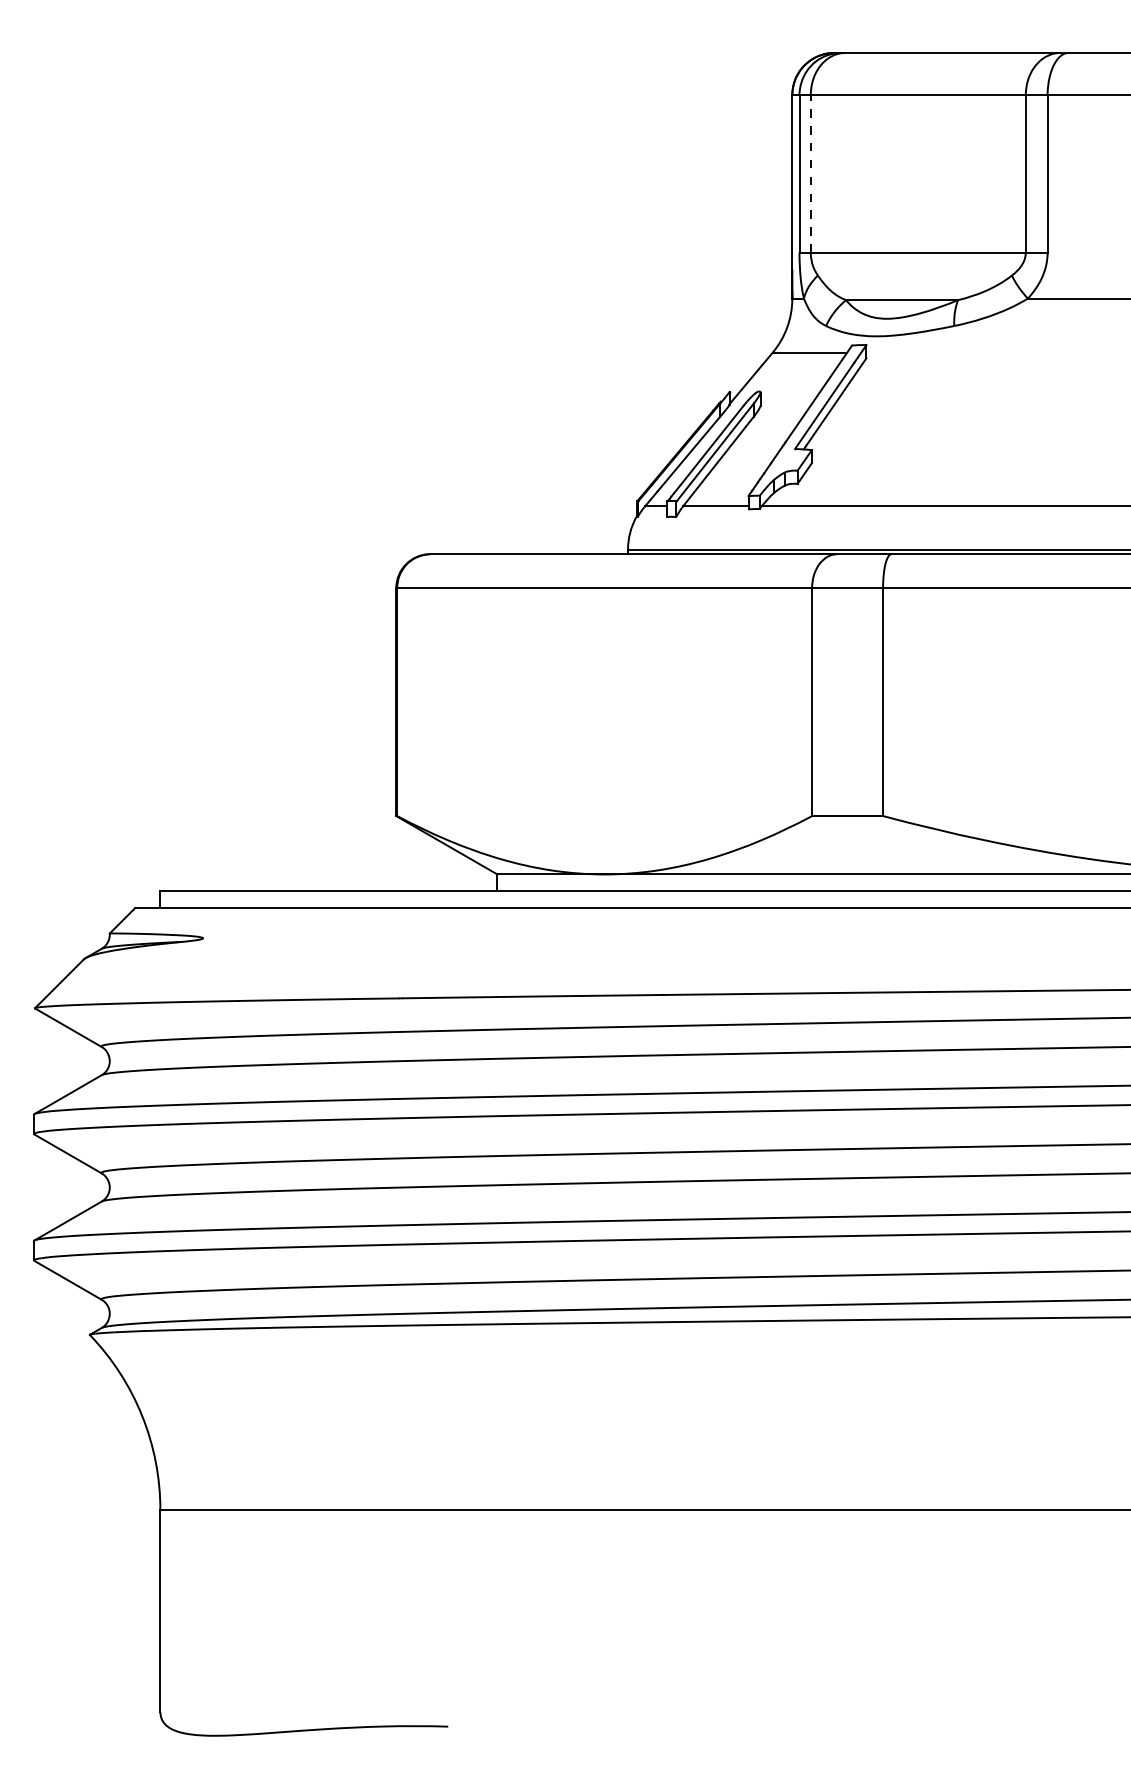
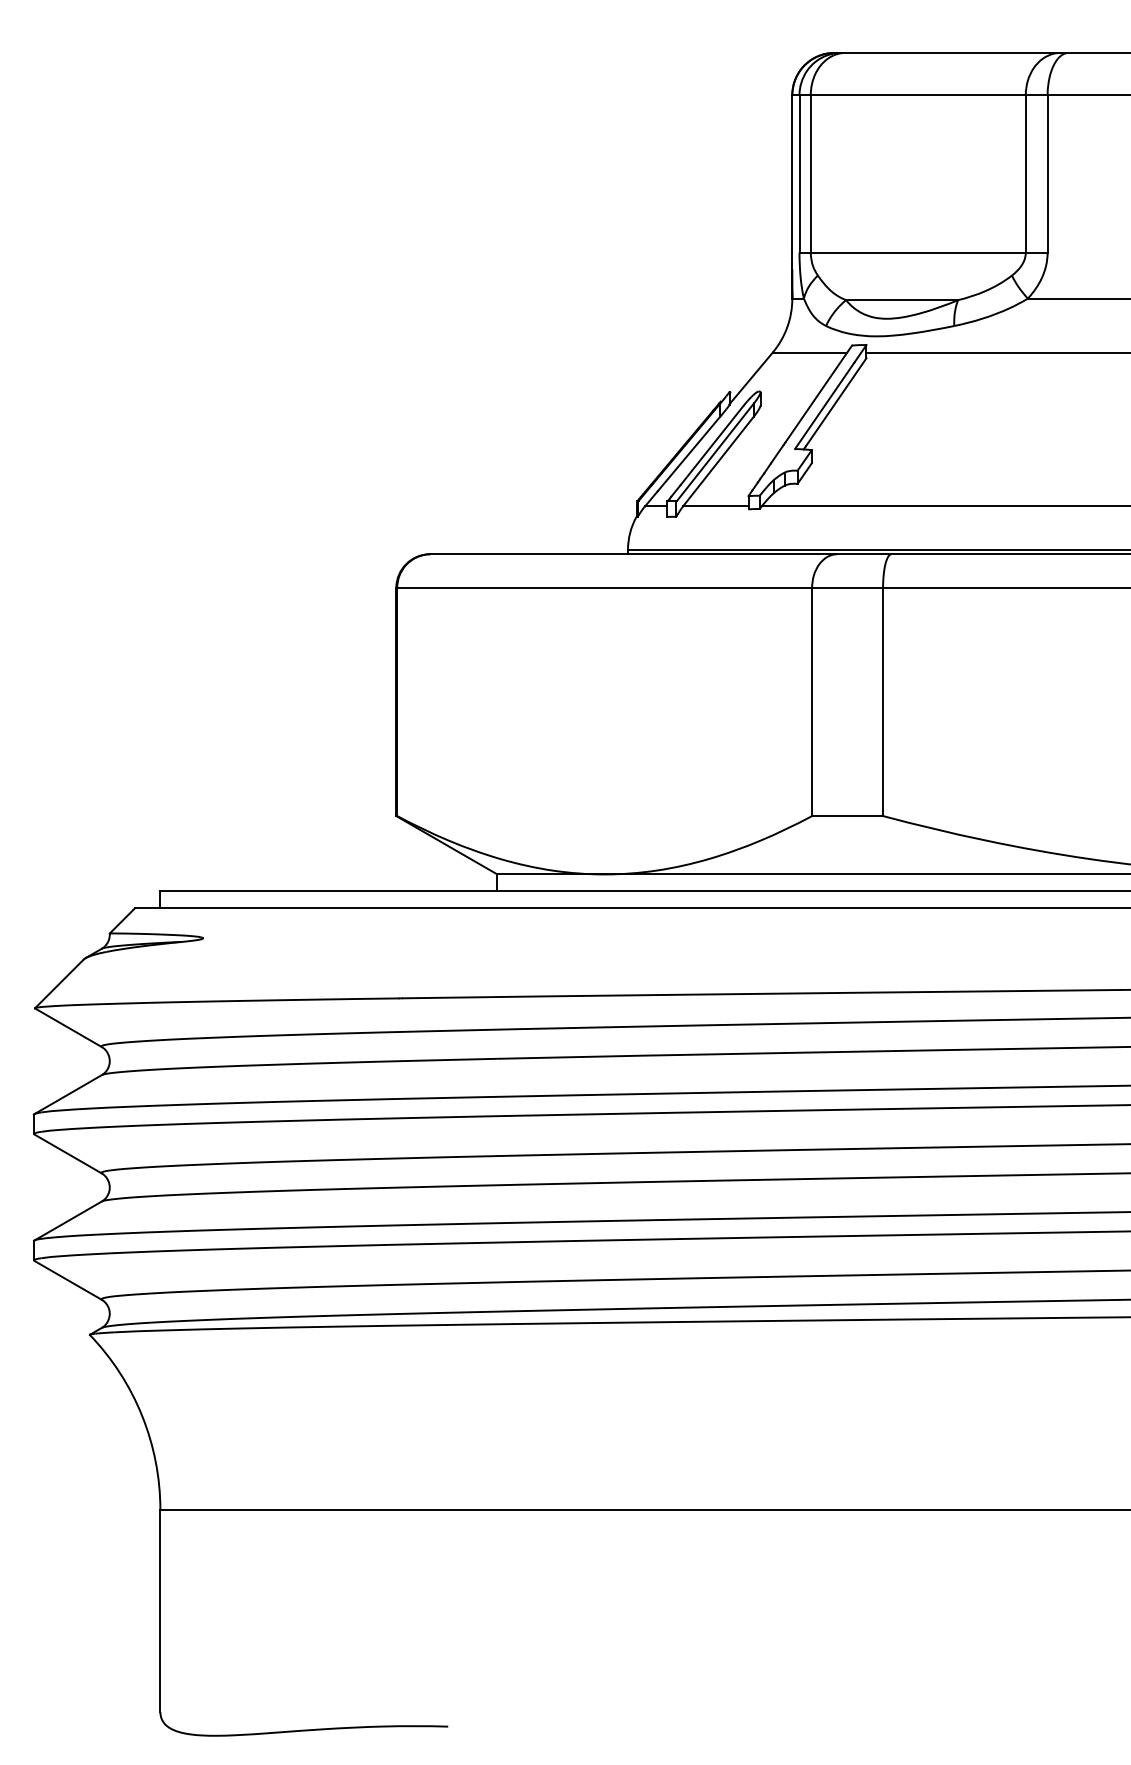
line at (810, 173): dashed -> solid
line at (996, 352): none -> present
